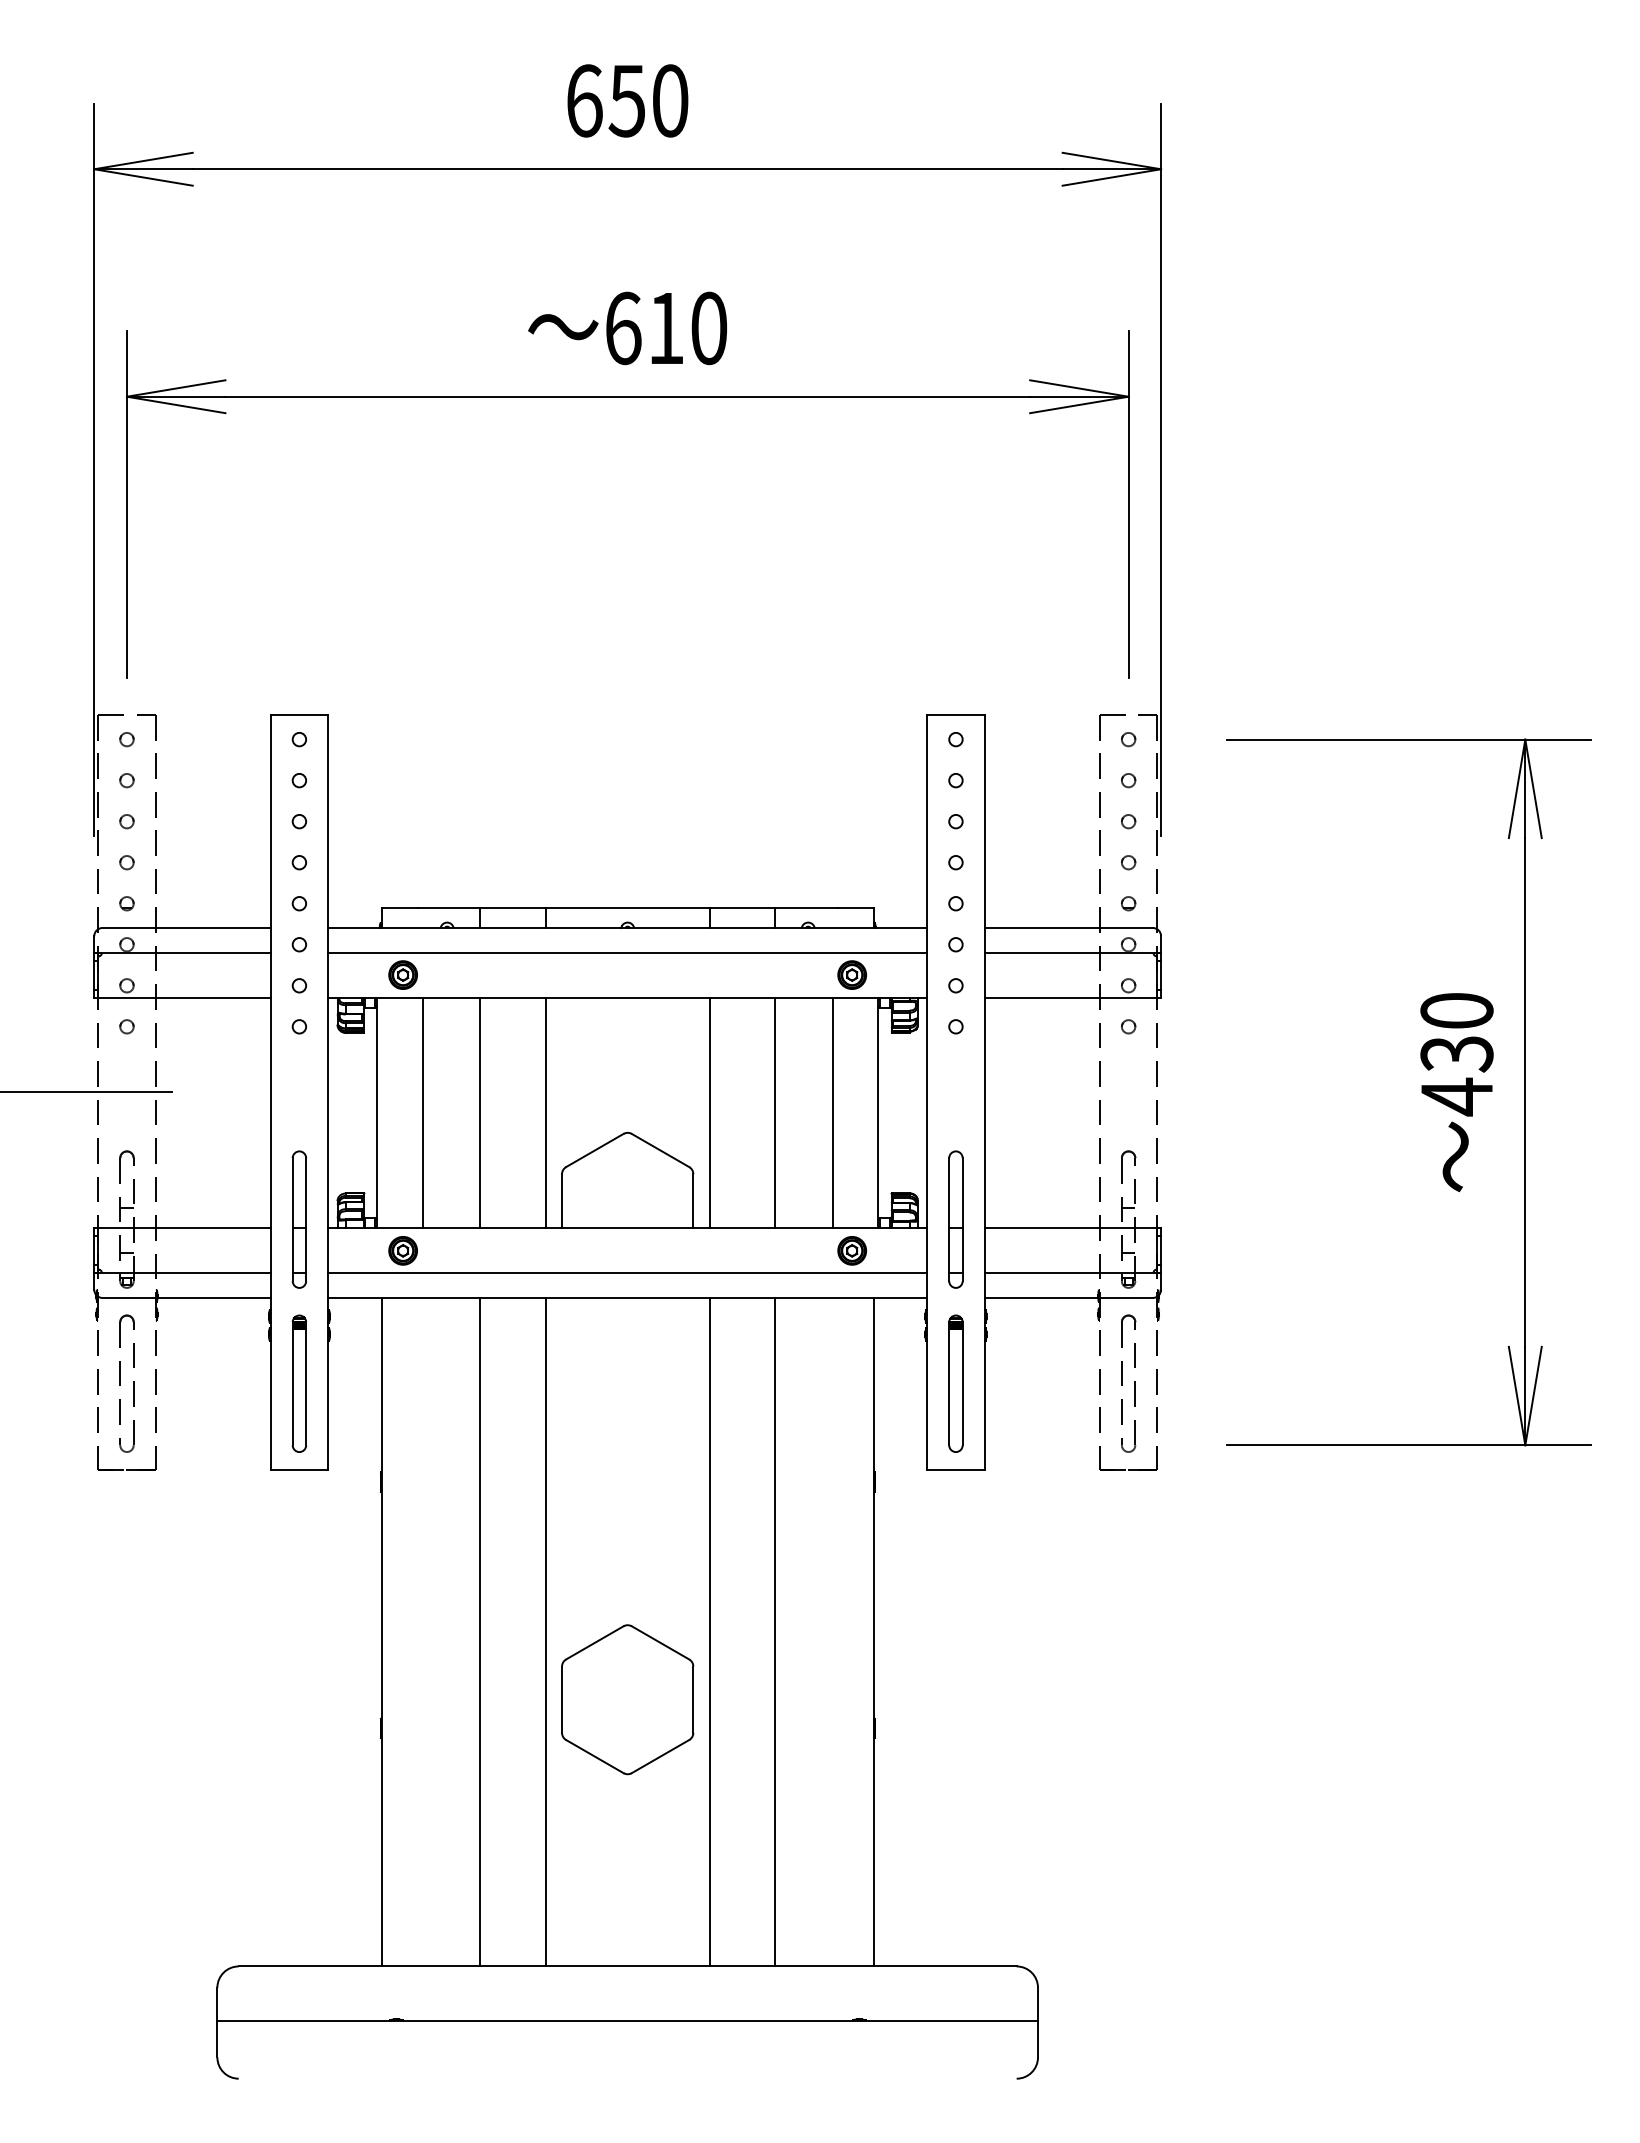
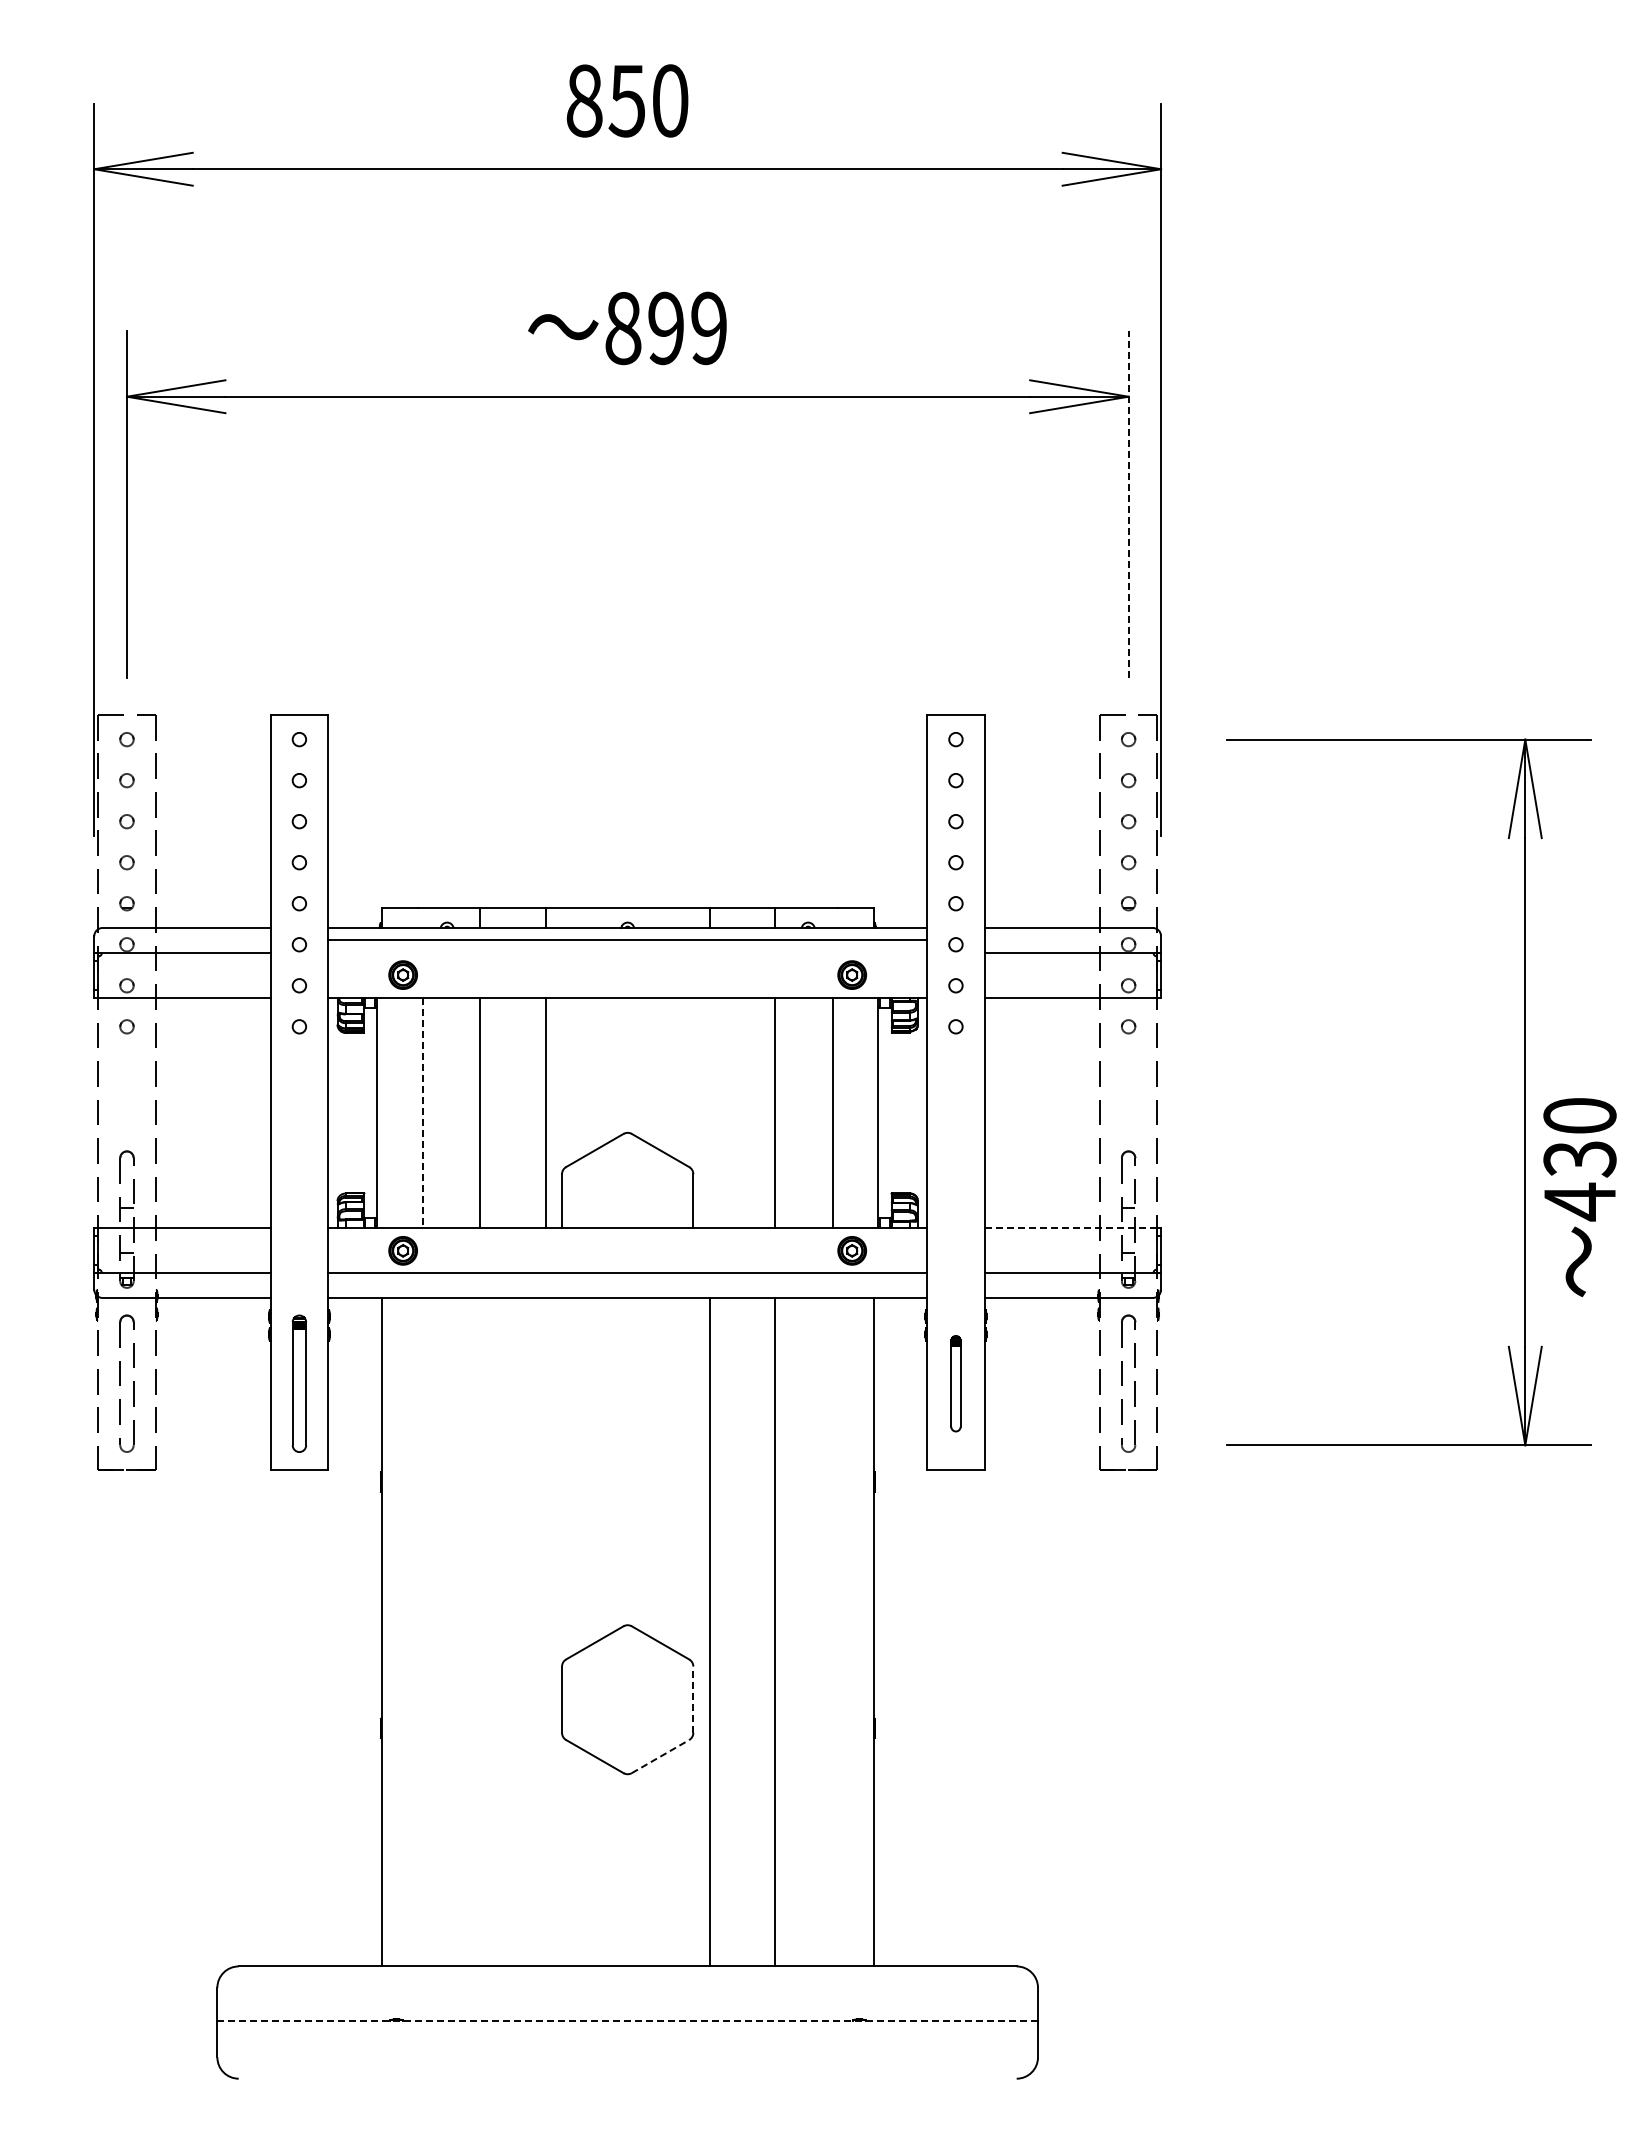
text at (584, 100): 650 -> 850
text at (666, 328): 610 -> 899
line at (1128, 503): solid -> dashed
line at (627, 952) position: (627, 952) -> (627, 939)
line at (87, 1092): present -> none
text at (1456, 1092) position: (1456, 1092) -> (1579, 1197)
line at (422, 1112): solid -> dashed
line at (709, 1112): present -> none
part at (298, 1219): present -> none
part at (955, 1219): present -> none
line at (1071, 1227): solid -> dashed
part at (955, 1383) size: 16x139 px -> 12x98 px
line at (479, 1631): present -> none
line at (545, 1631): present -> none
line at (693, 1699): solid -> dashed
line at (660, 1756): solid -> dashed
line at (627, 2021): solid -> dashed
